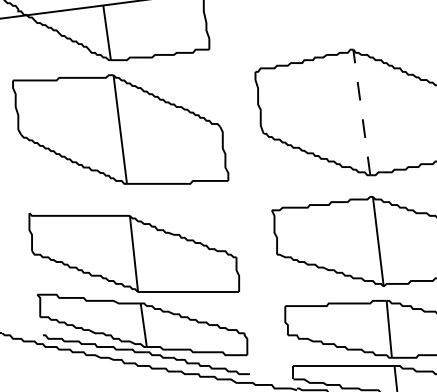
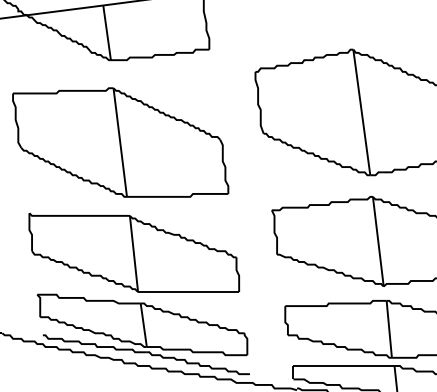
line at (361, 111): dashed -> solid
part at (120, 129) position: (120, 129) -> (120, 142)
